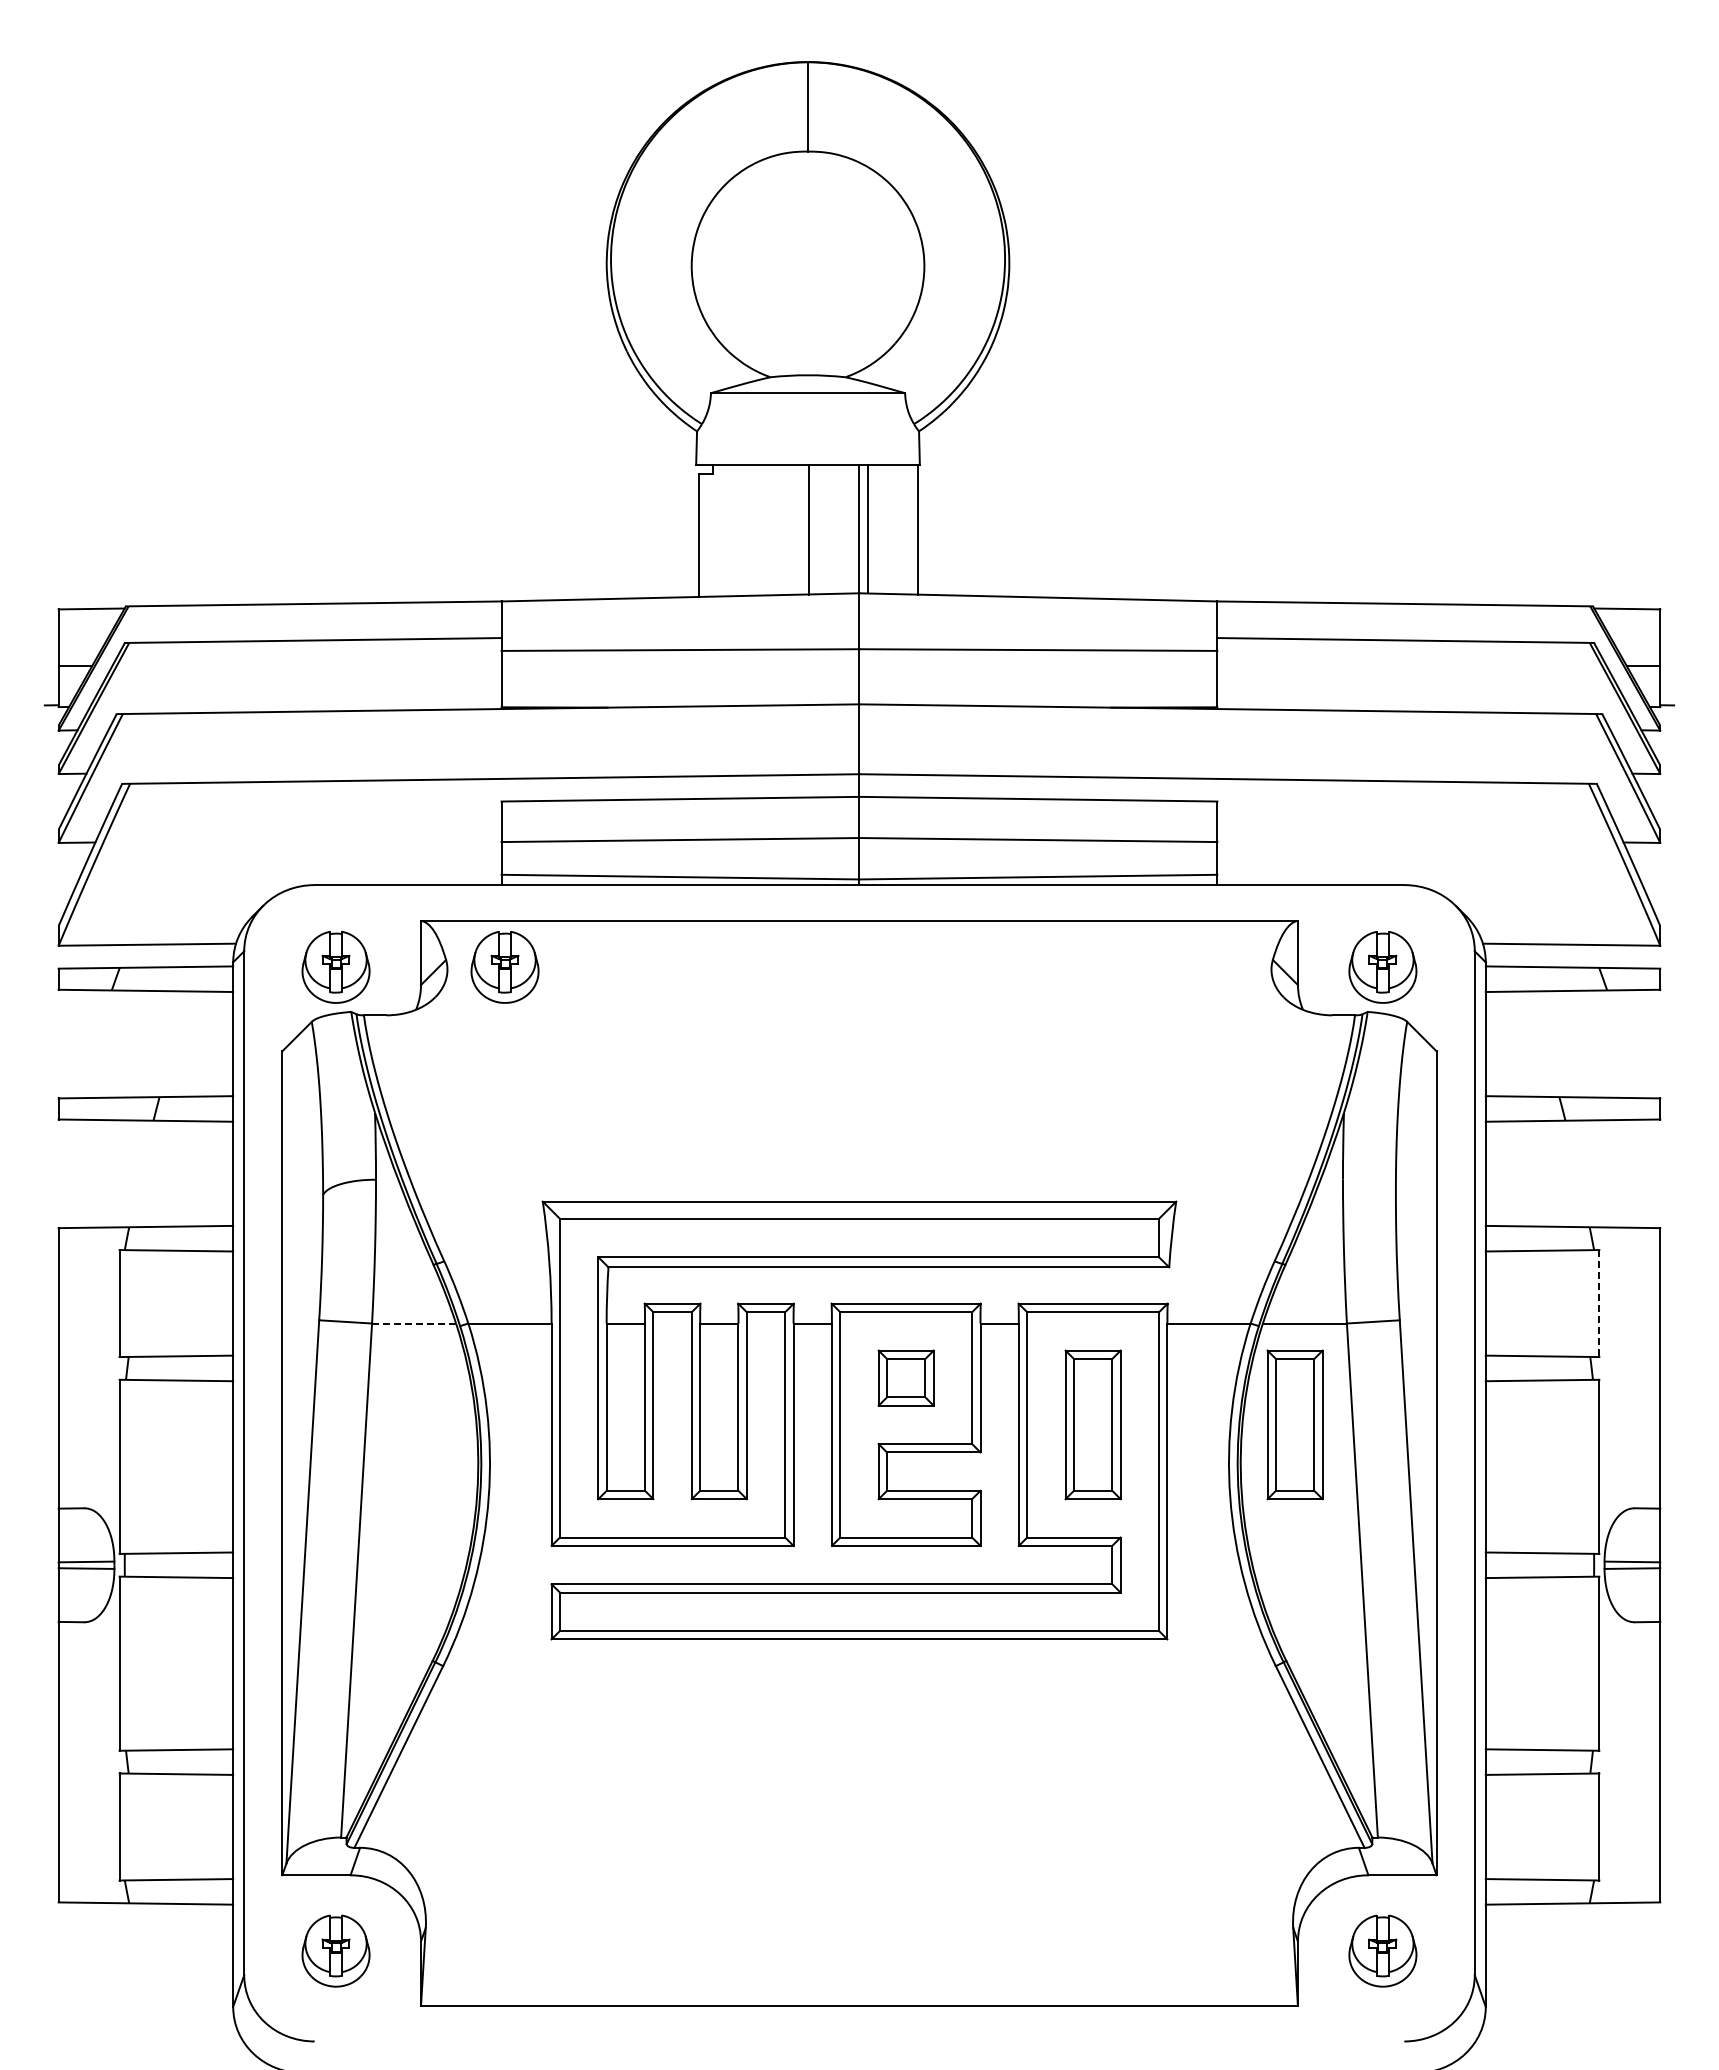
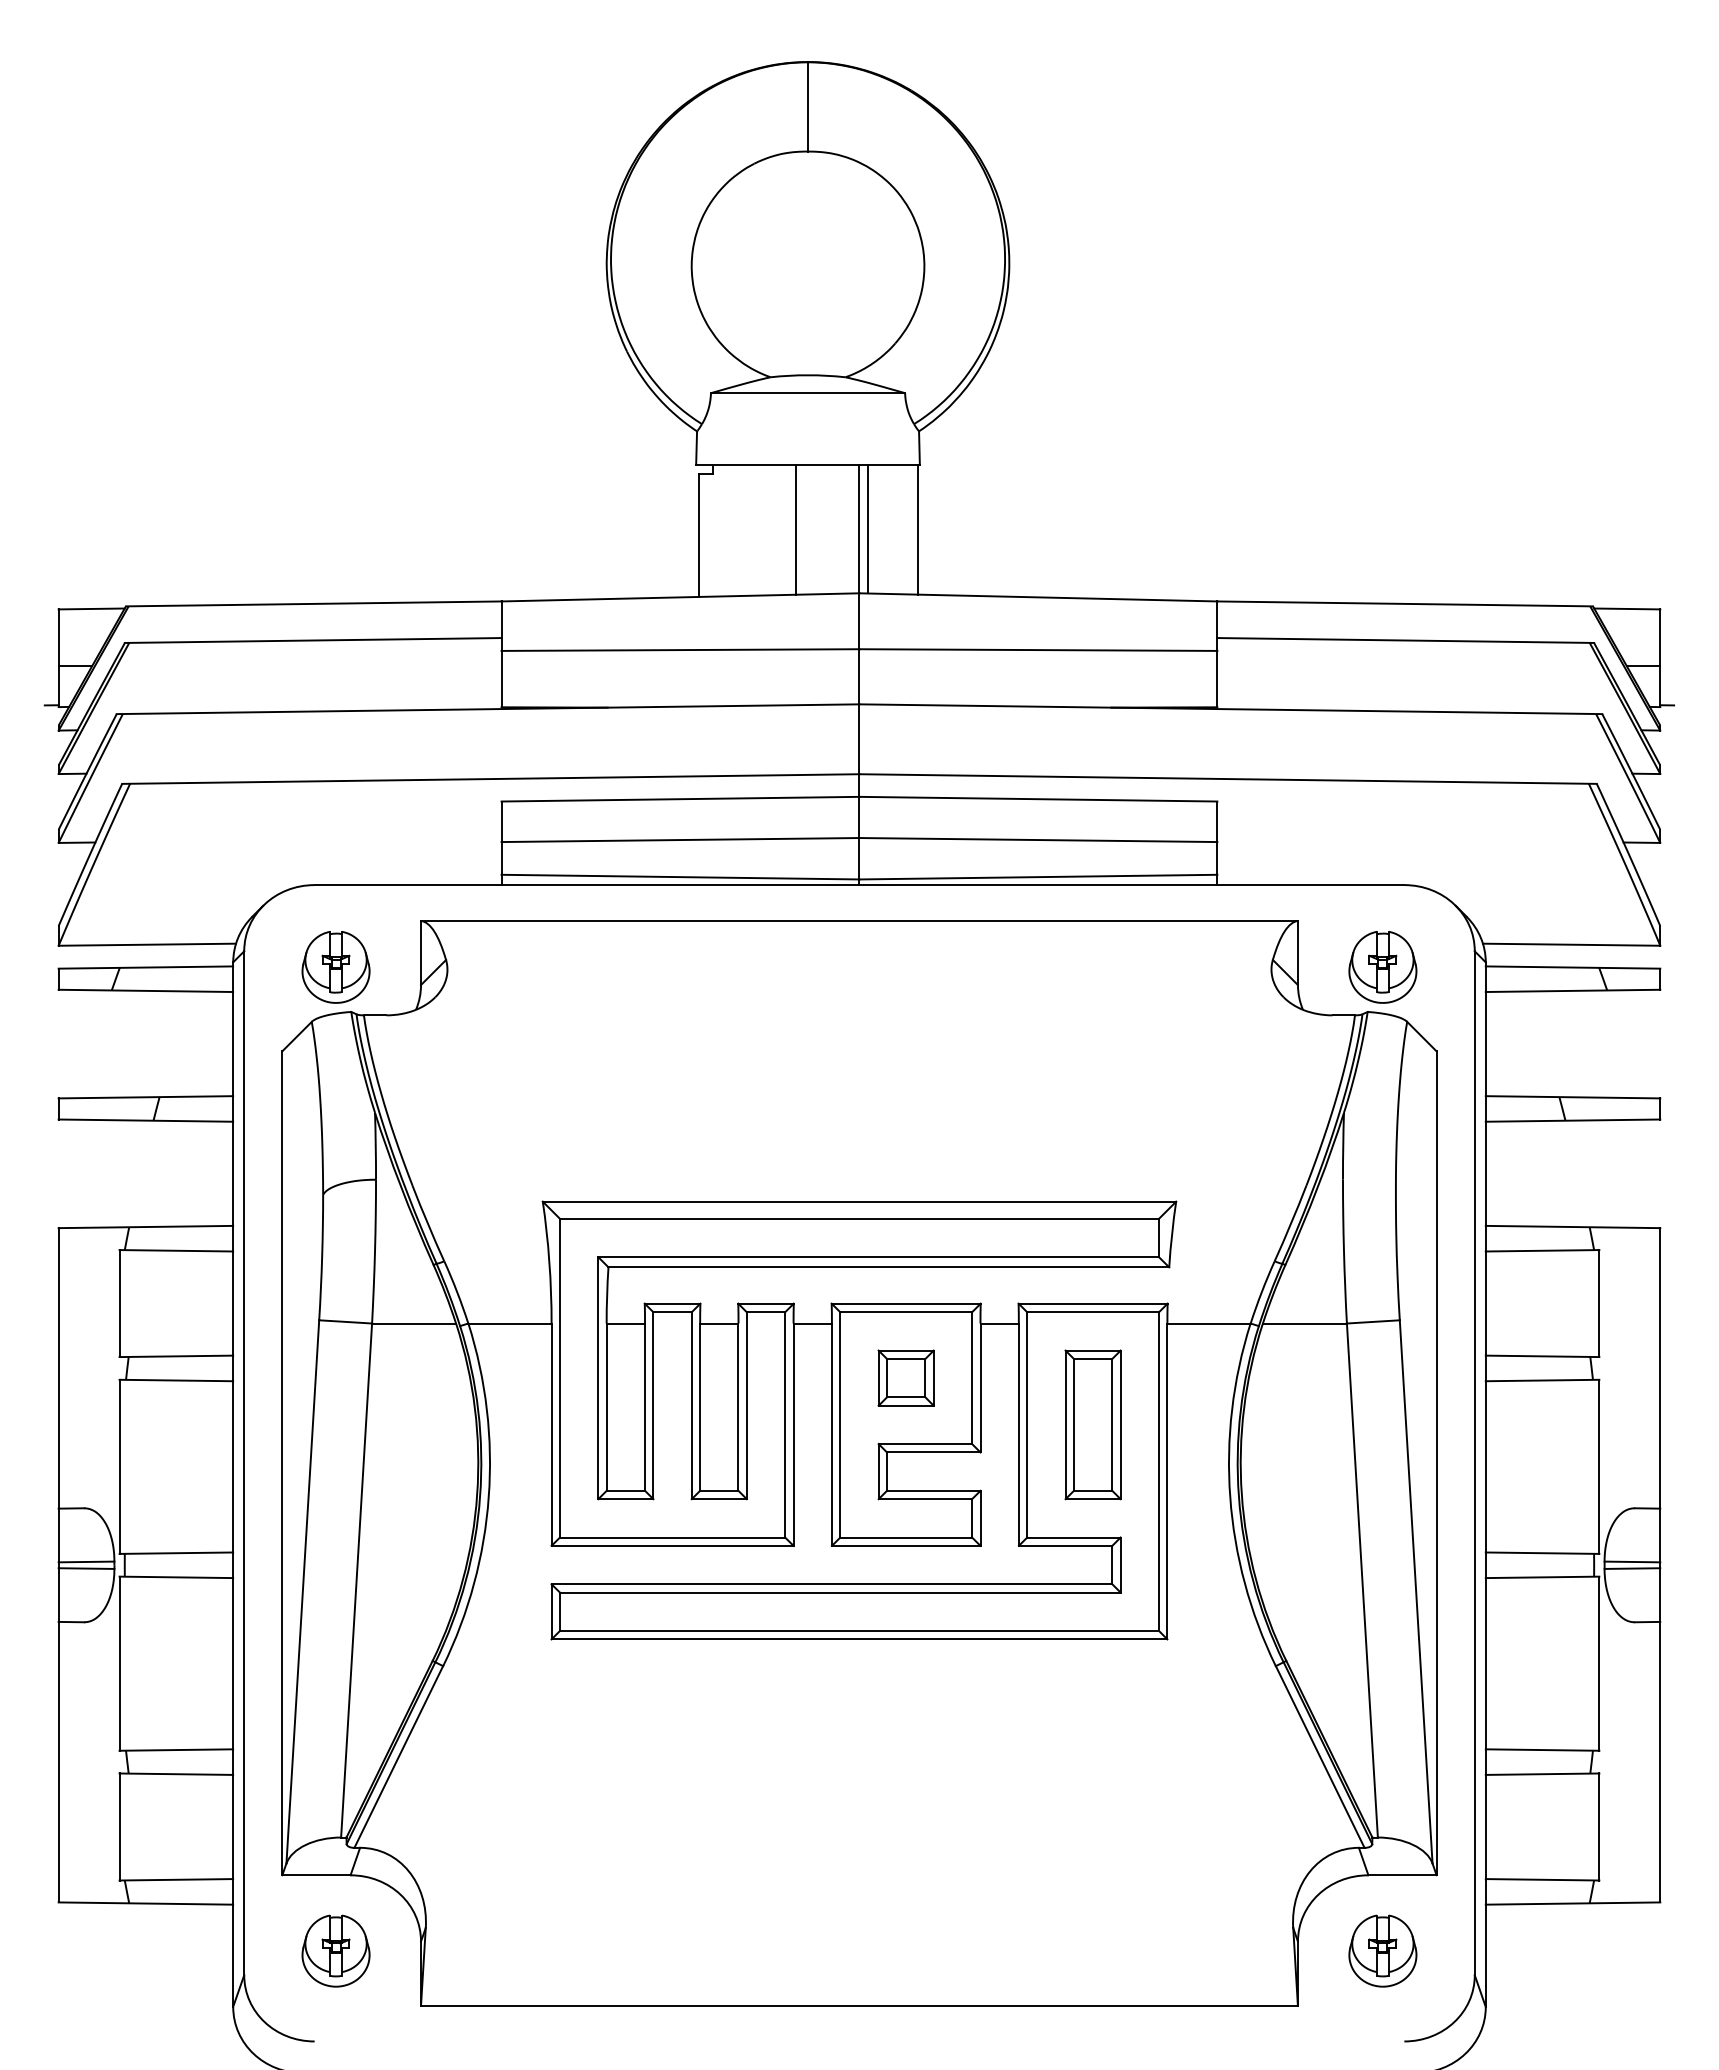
line at (809, 529) position: (809, 529) -> (796, 529)
part at (504, 967): present -> none
line at (1599, 1303): dashed -> solid
line at (414, 1323): dashed -> solid
part at (1294, 1424): present -> none
